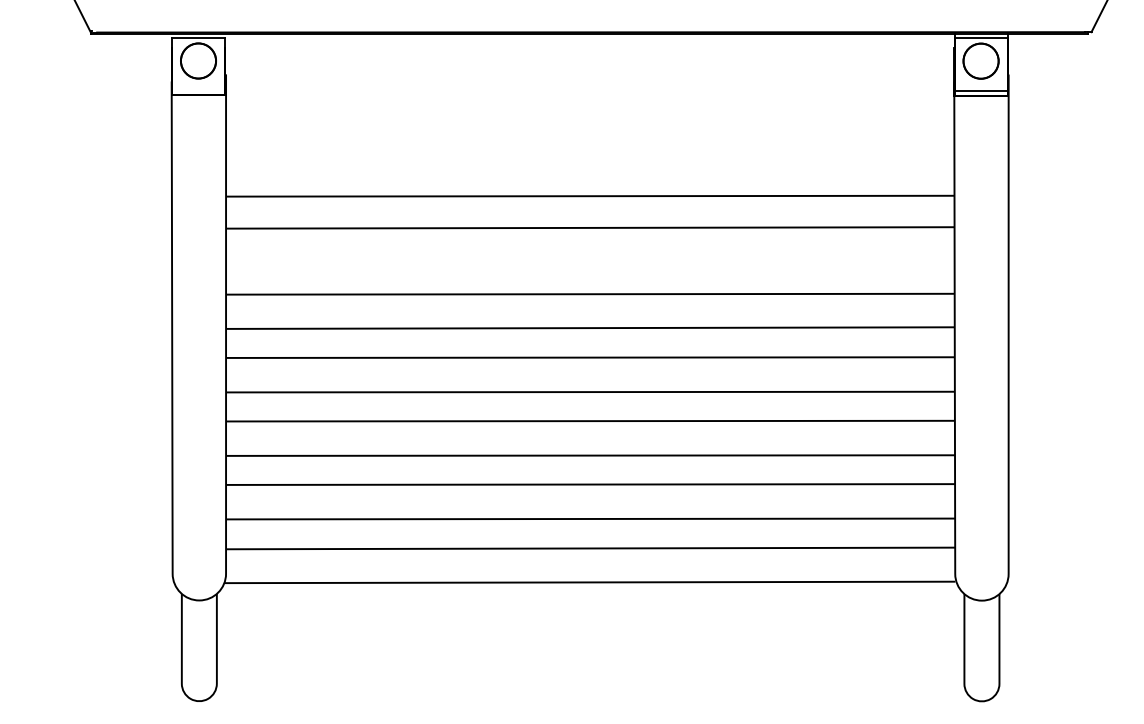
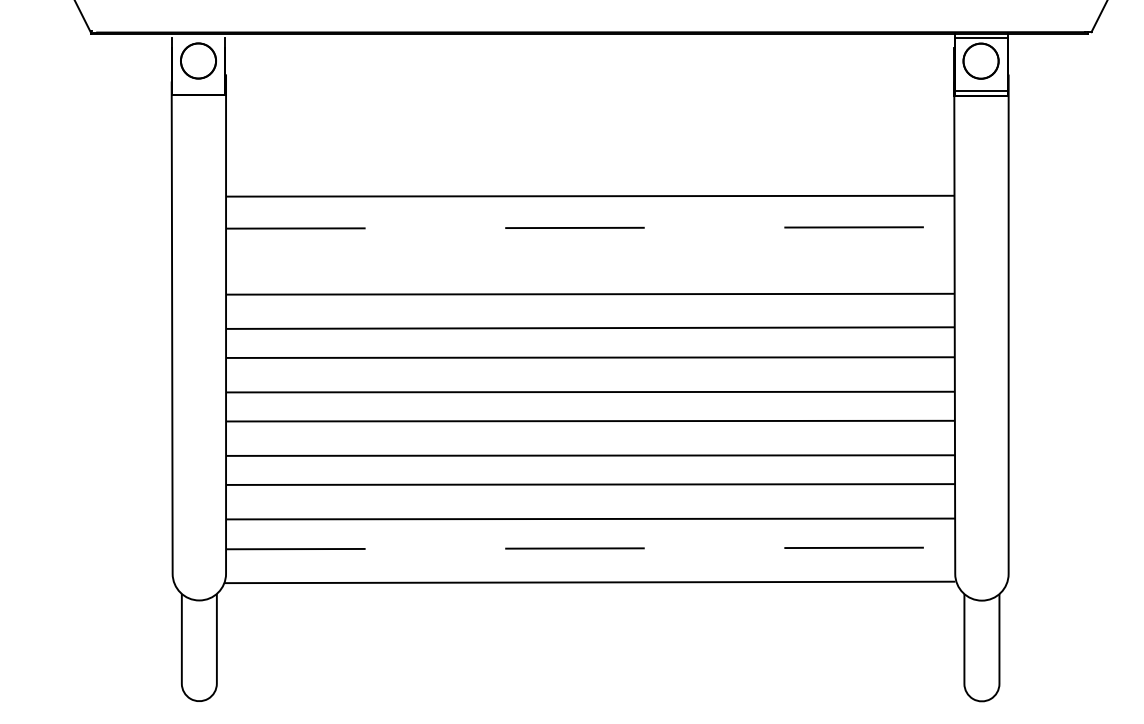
line at (198, 38): present -> none
line at (590, 227): solid -> dashed
line at (590, 548): solid -> dashed
